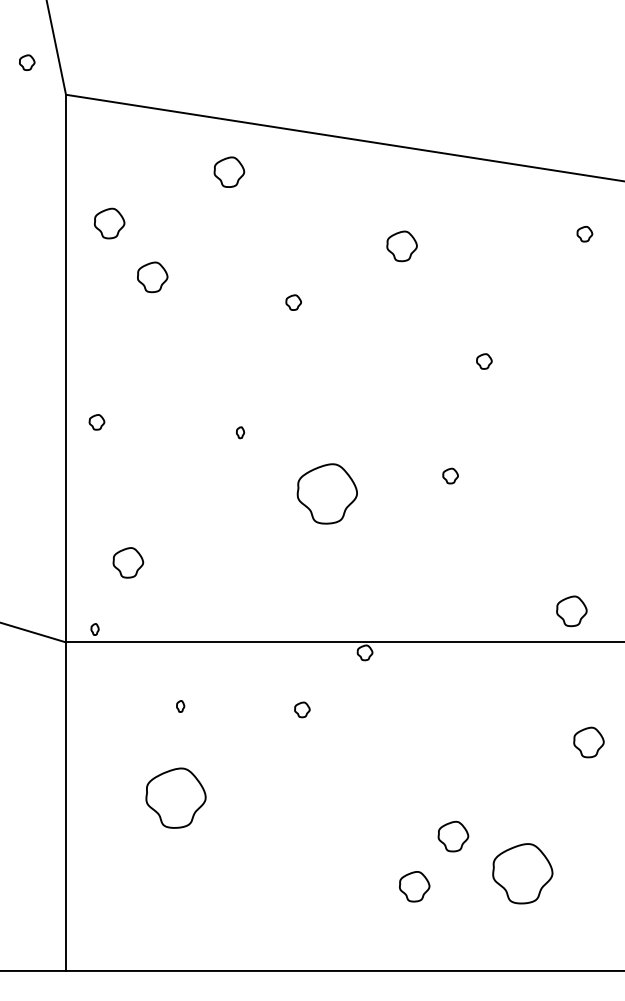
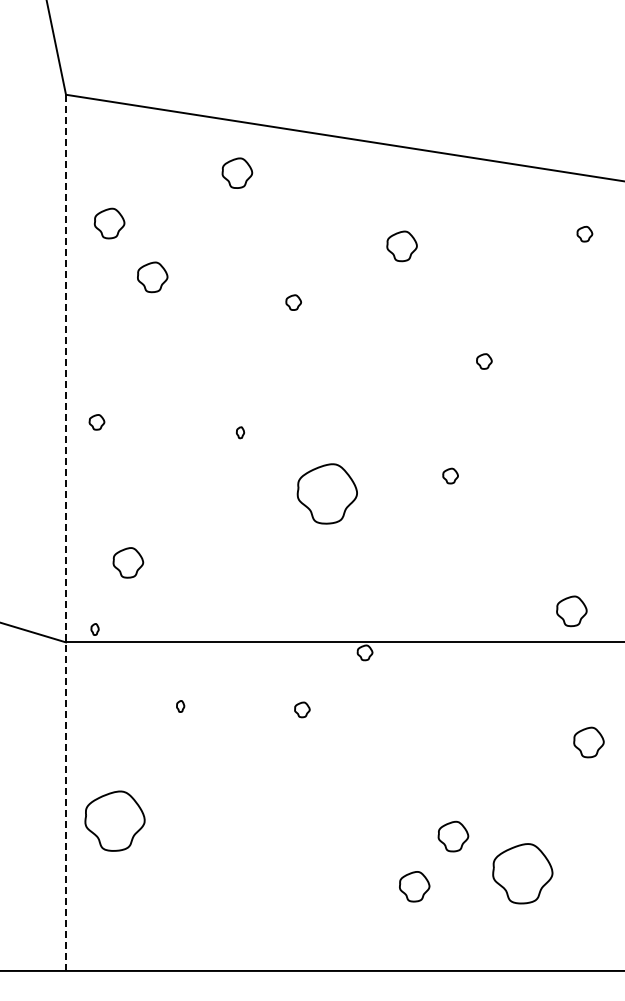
part at (27, 62): present -> none
part at (229, 171) position: (229, 171) -> (237, 172)
line at (66, 532): solid -> dashed
part at (175, 797) position: (175, 797) -> (114, 820)
